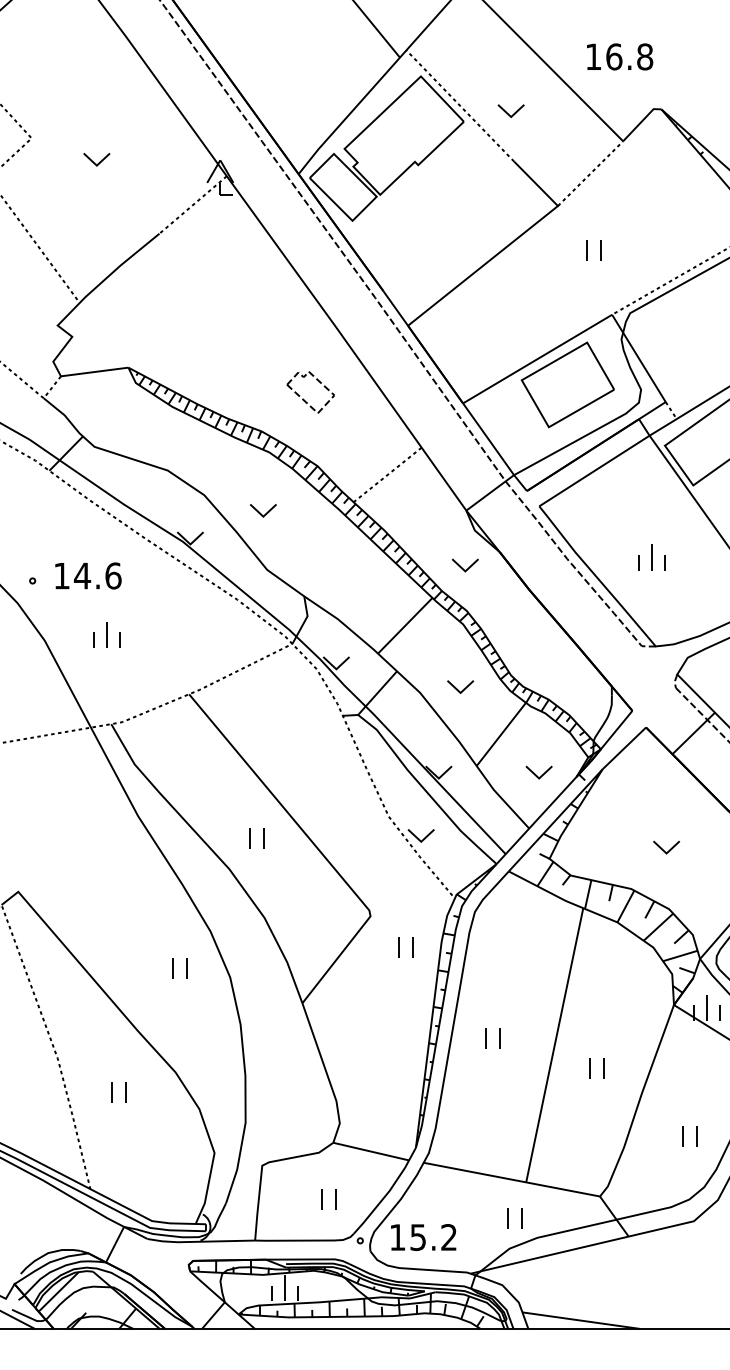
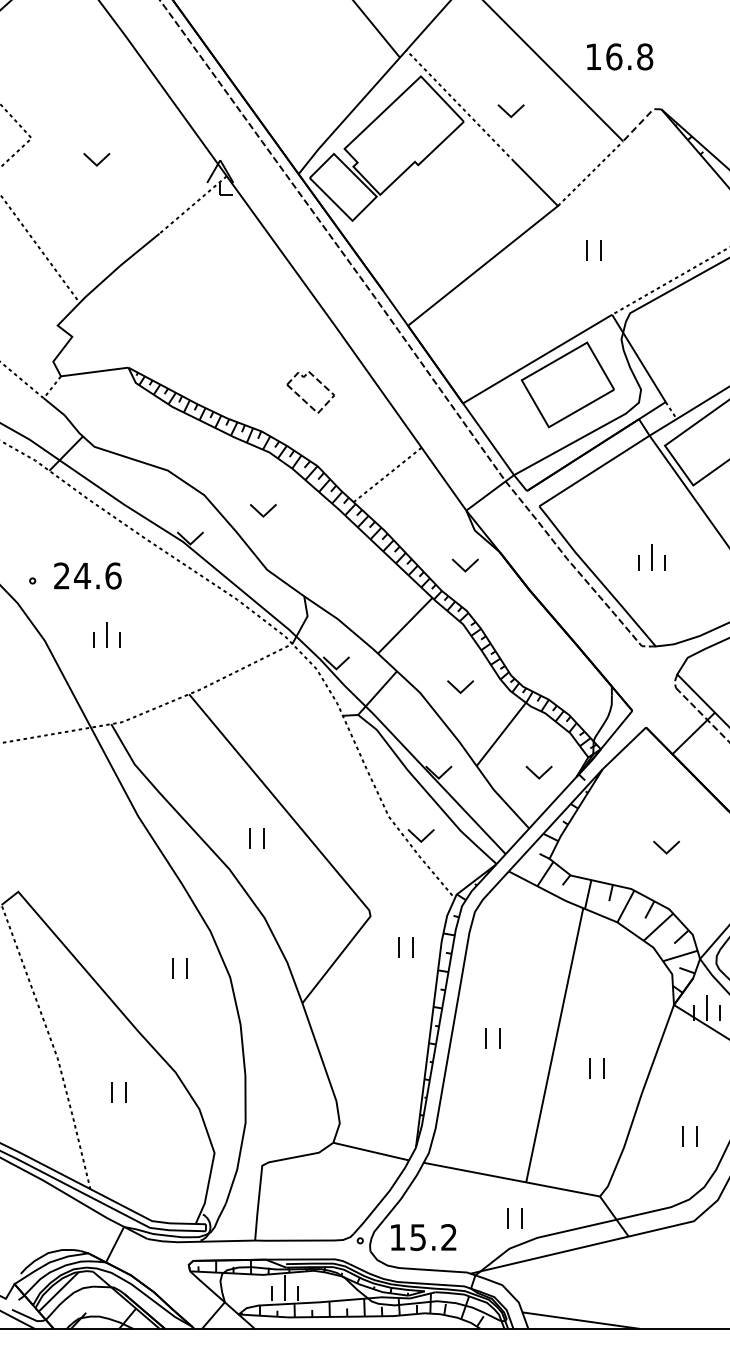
line at (640, 122): solid -> dashed
text at (61, 575): 14.6 -> 24.6
part at (328, 1199): present -> none
